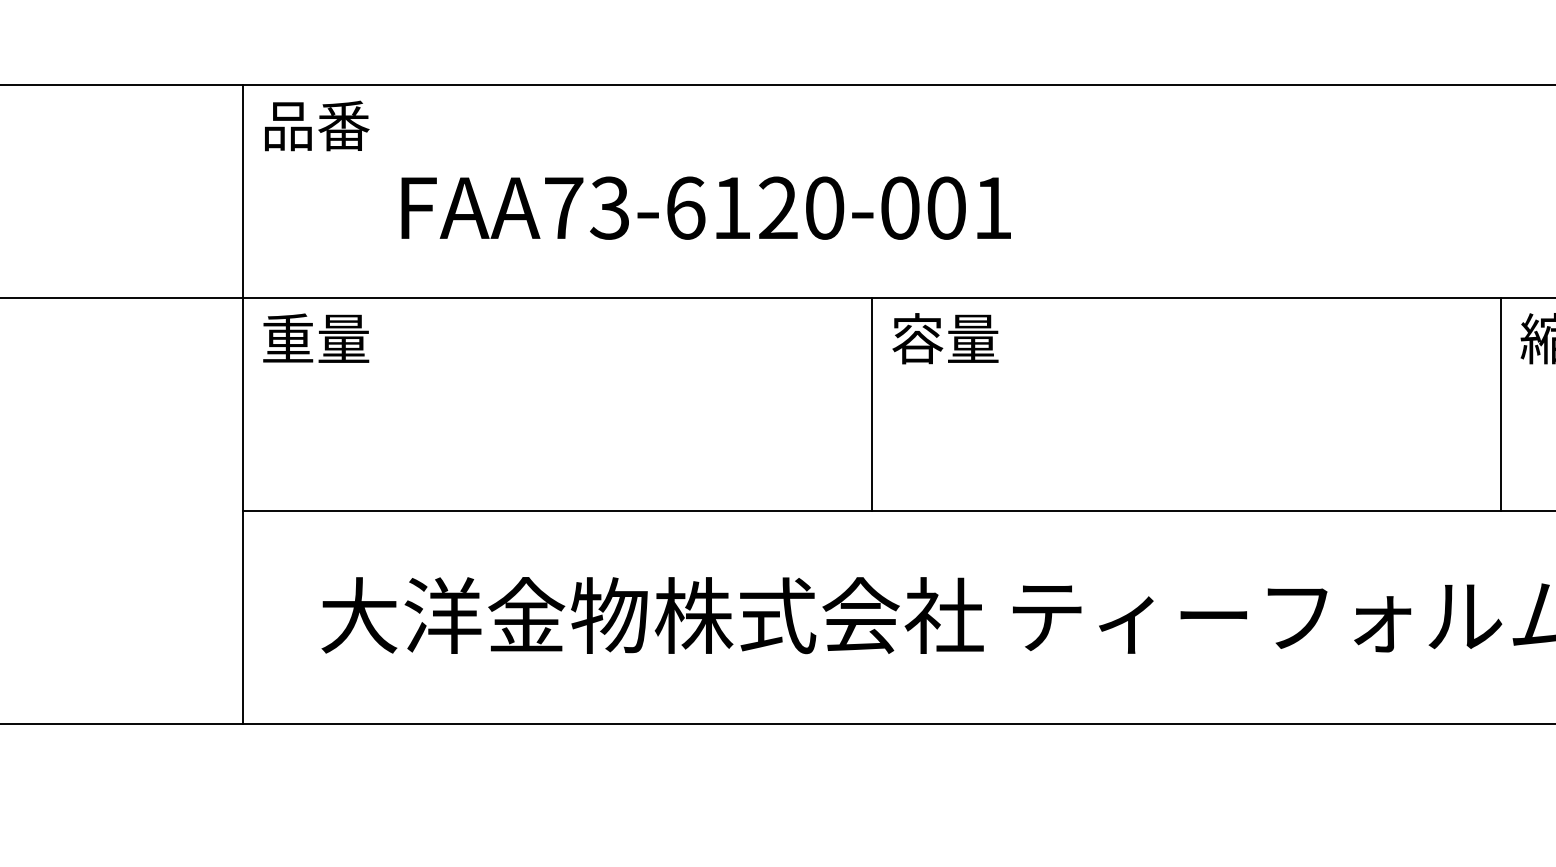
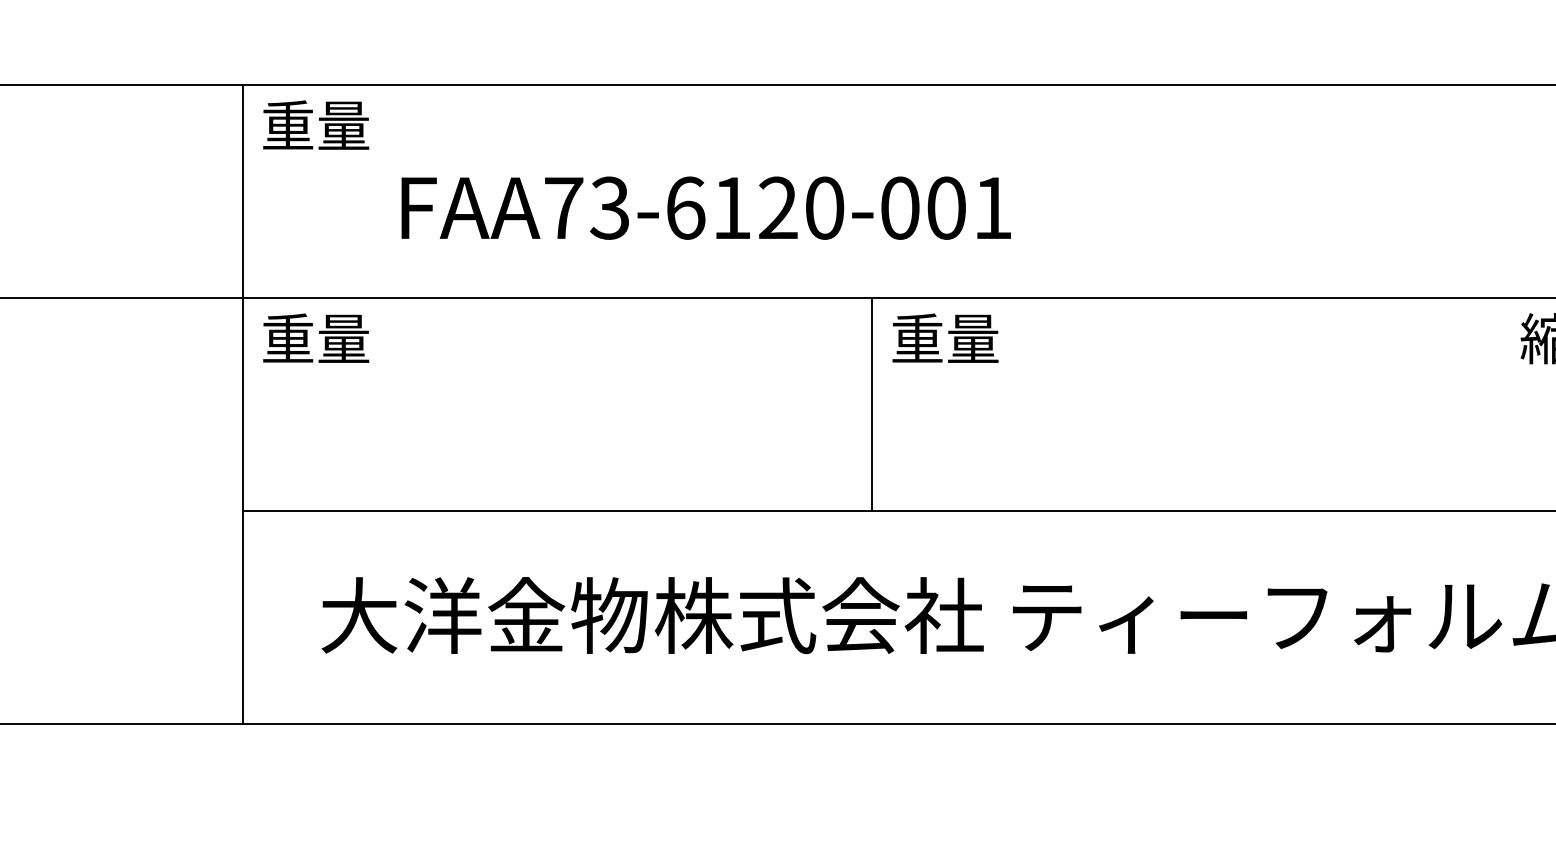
text at (316, 125): 品番 -> 重量
text at (917, 338): 容量 -> 重量
line at (1501, 404): present -> none
